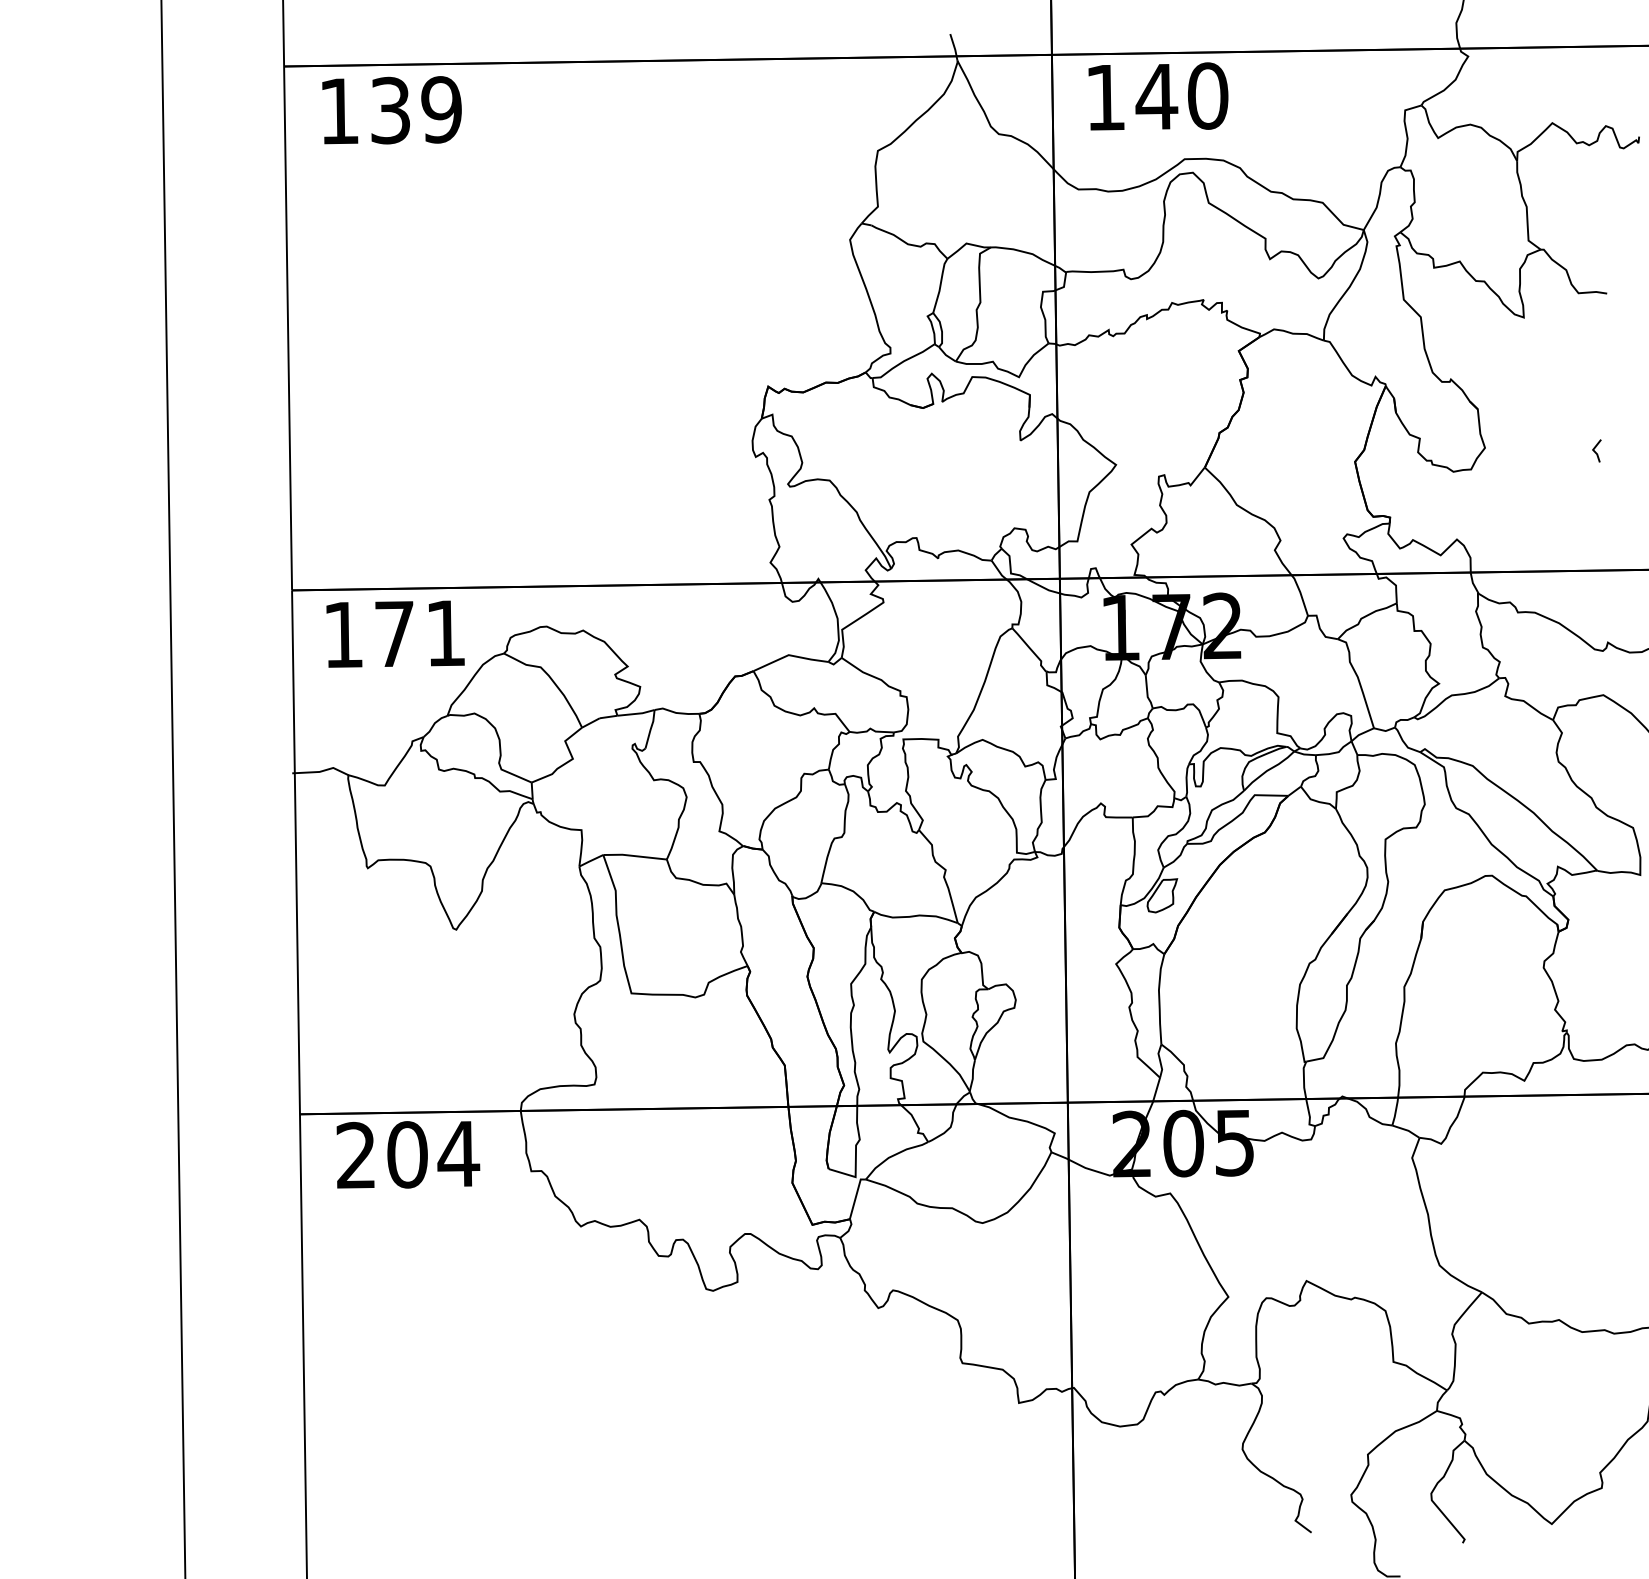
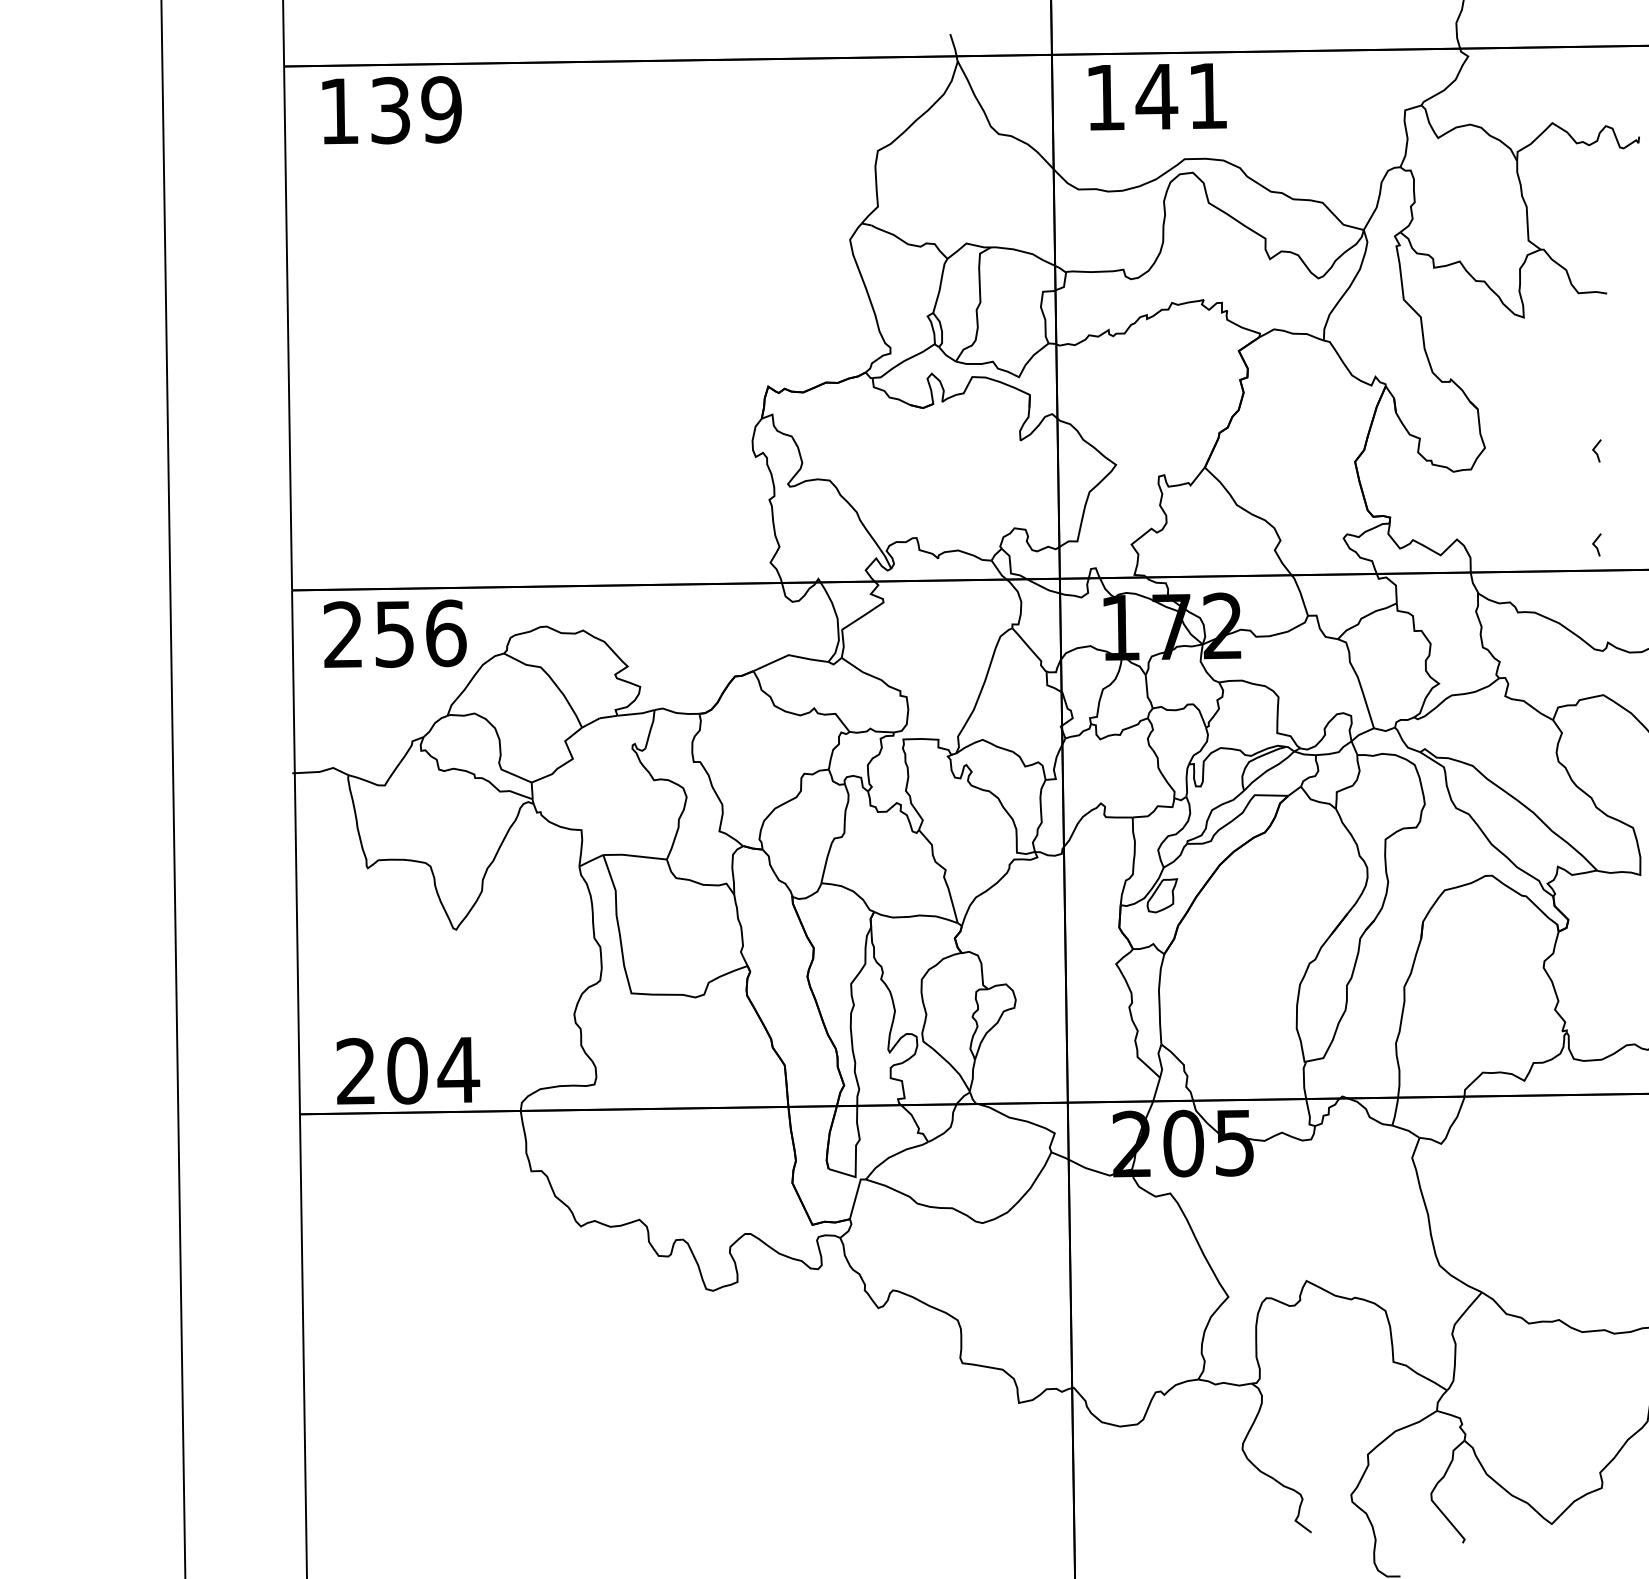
text at (1208, 95): 140 -> 141
line at (1595, 545): none -> present
text at (395, 633): 171 -> 256
text at (408, 1154) position: (408, 1154) -> (408, 1070)
